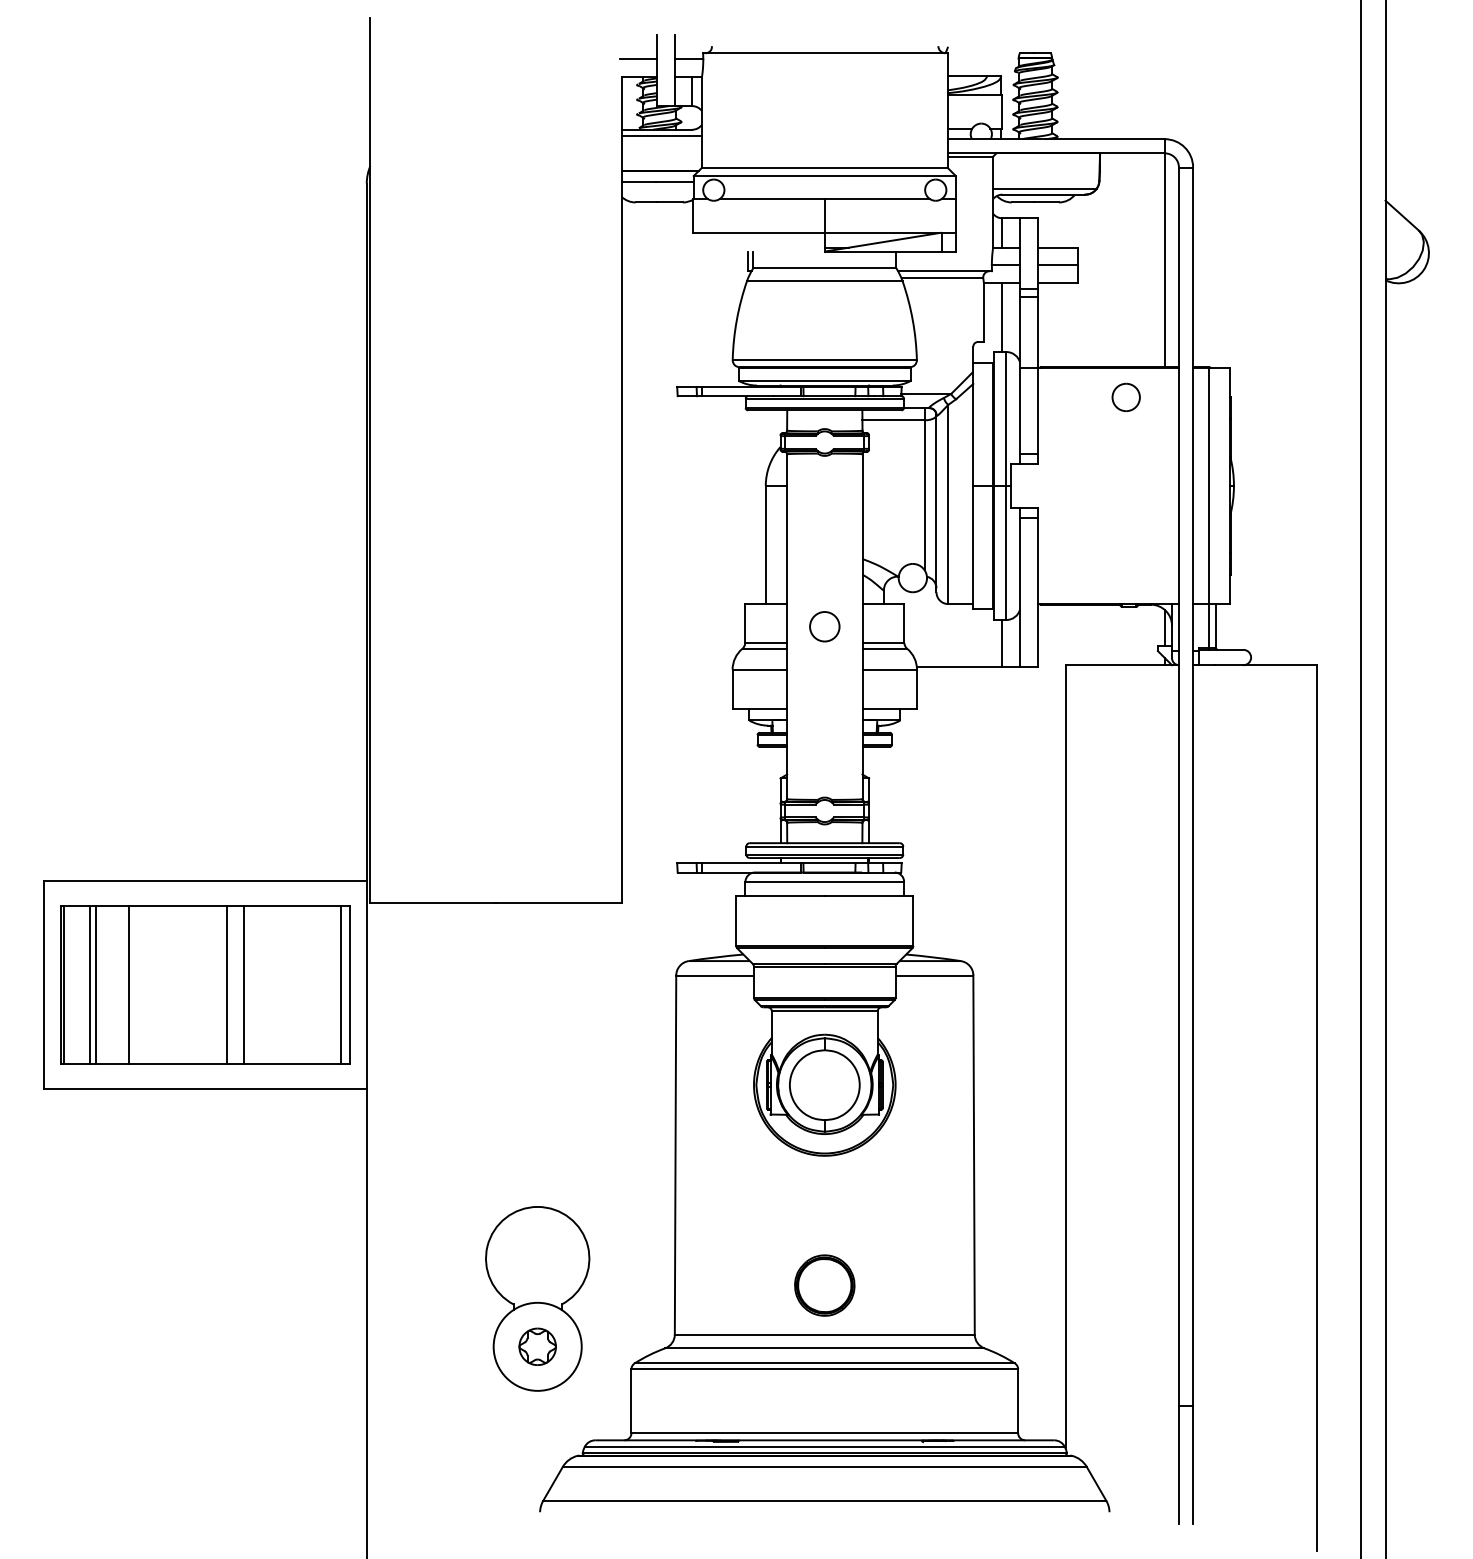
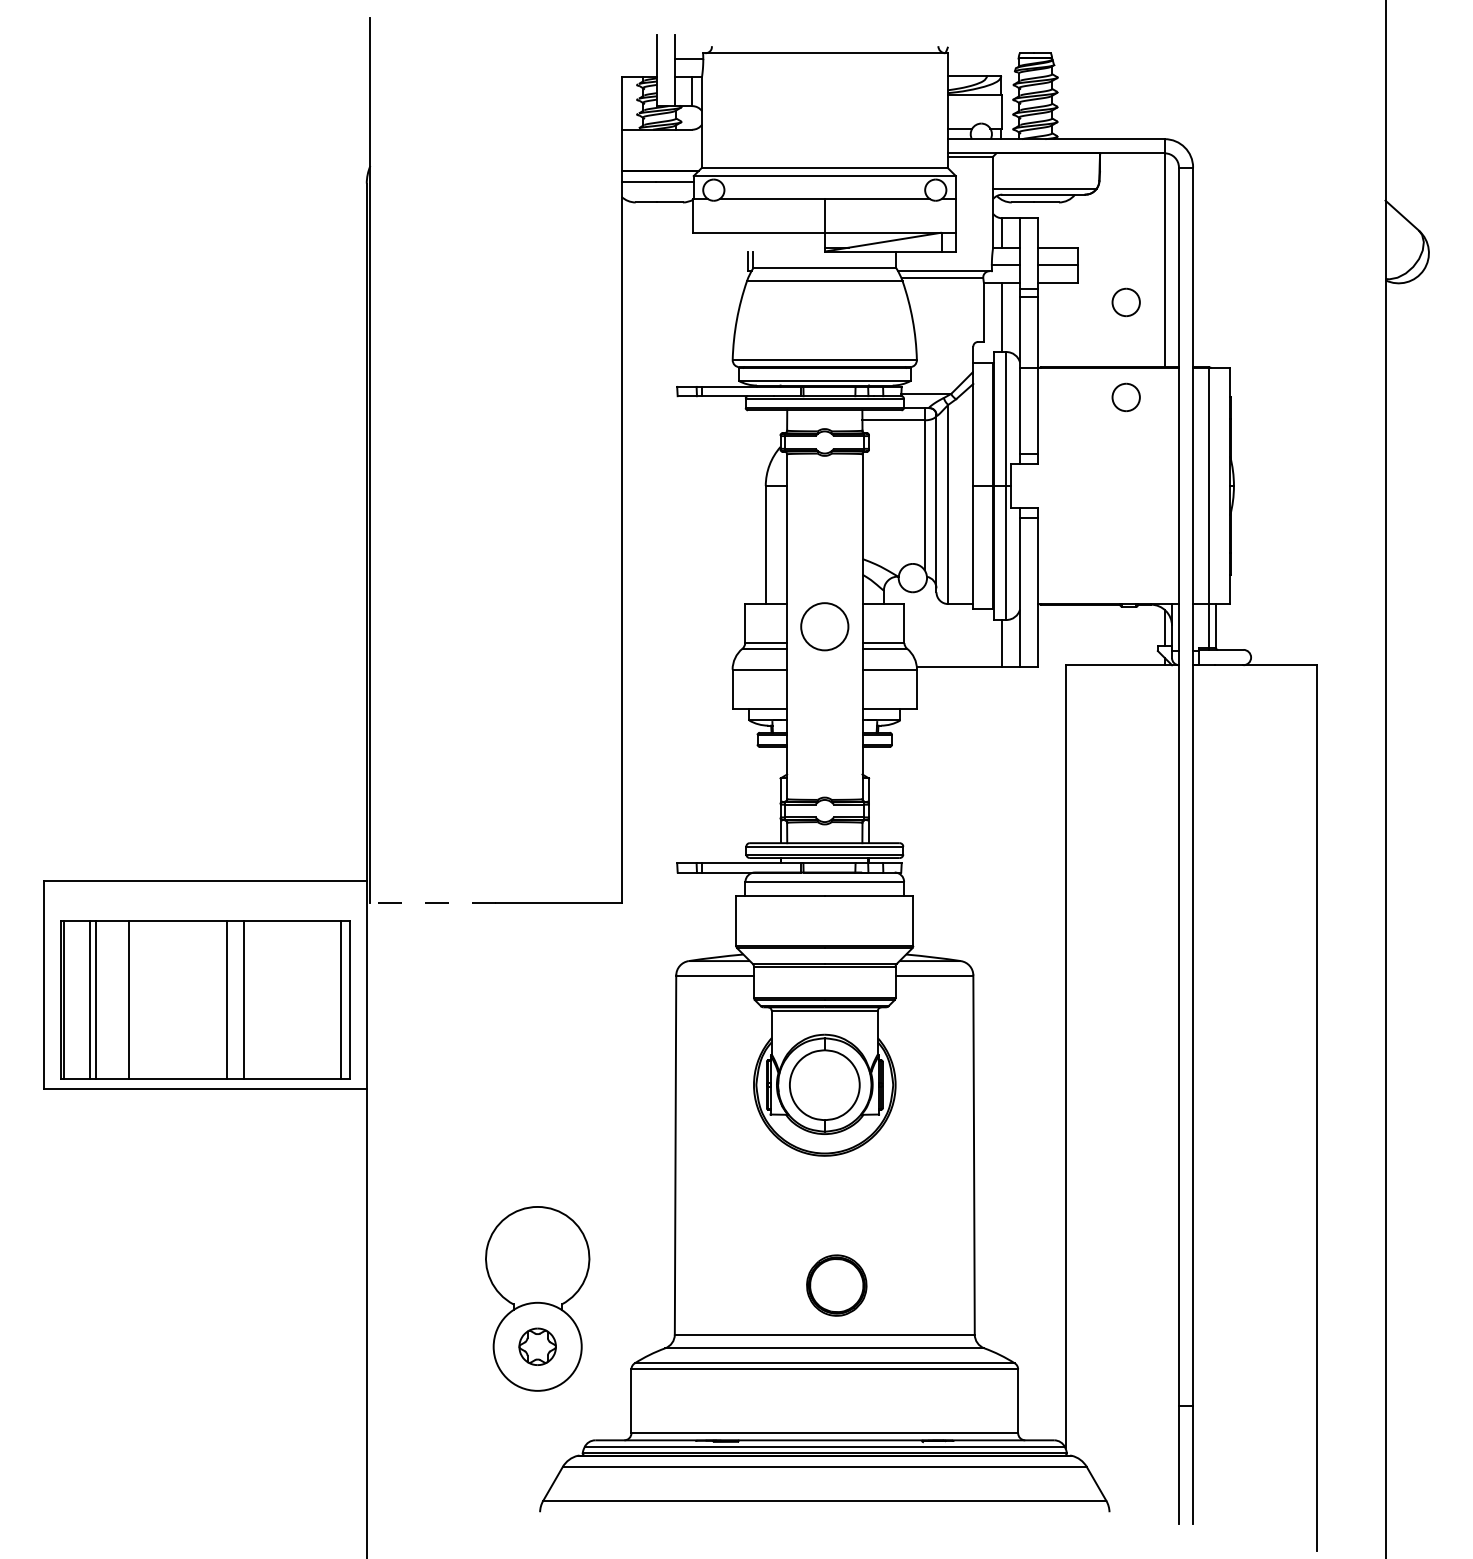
line at (638, 59): present -> none
line at (661, 135): present -> none
part at (1125, 302): none -> present
circle at (824, 626) diameter: 30 px -> 47 px
line at (1361, 778): present -> none
line at (433, 902): solid -> dashed
part at (205, 984) position: (205, 984) -> (205, 999)
part at (824, 1285) position: (824, 1285) -> (836, 1285)
